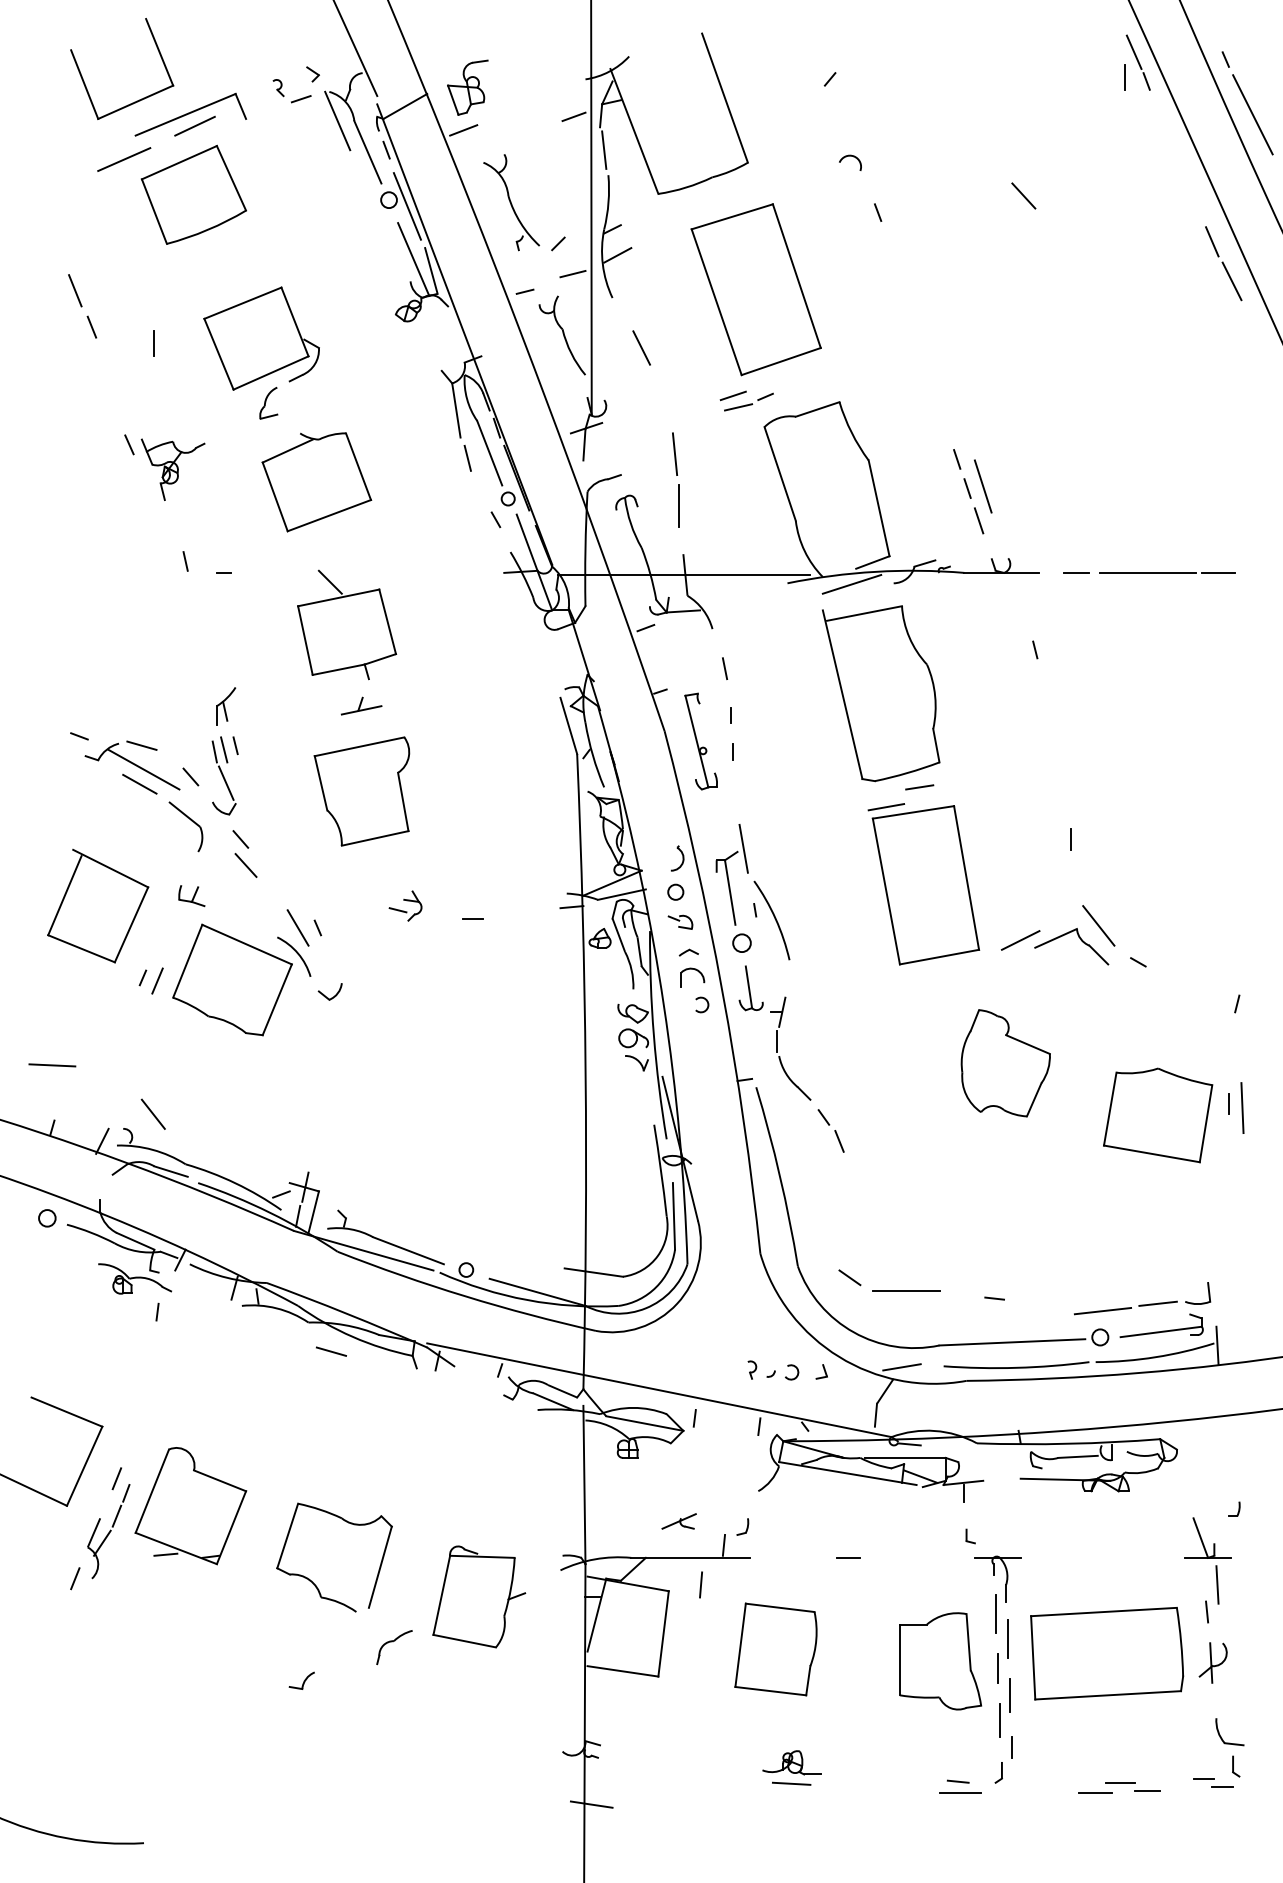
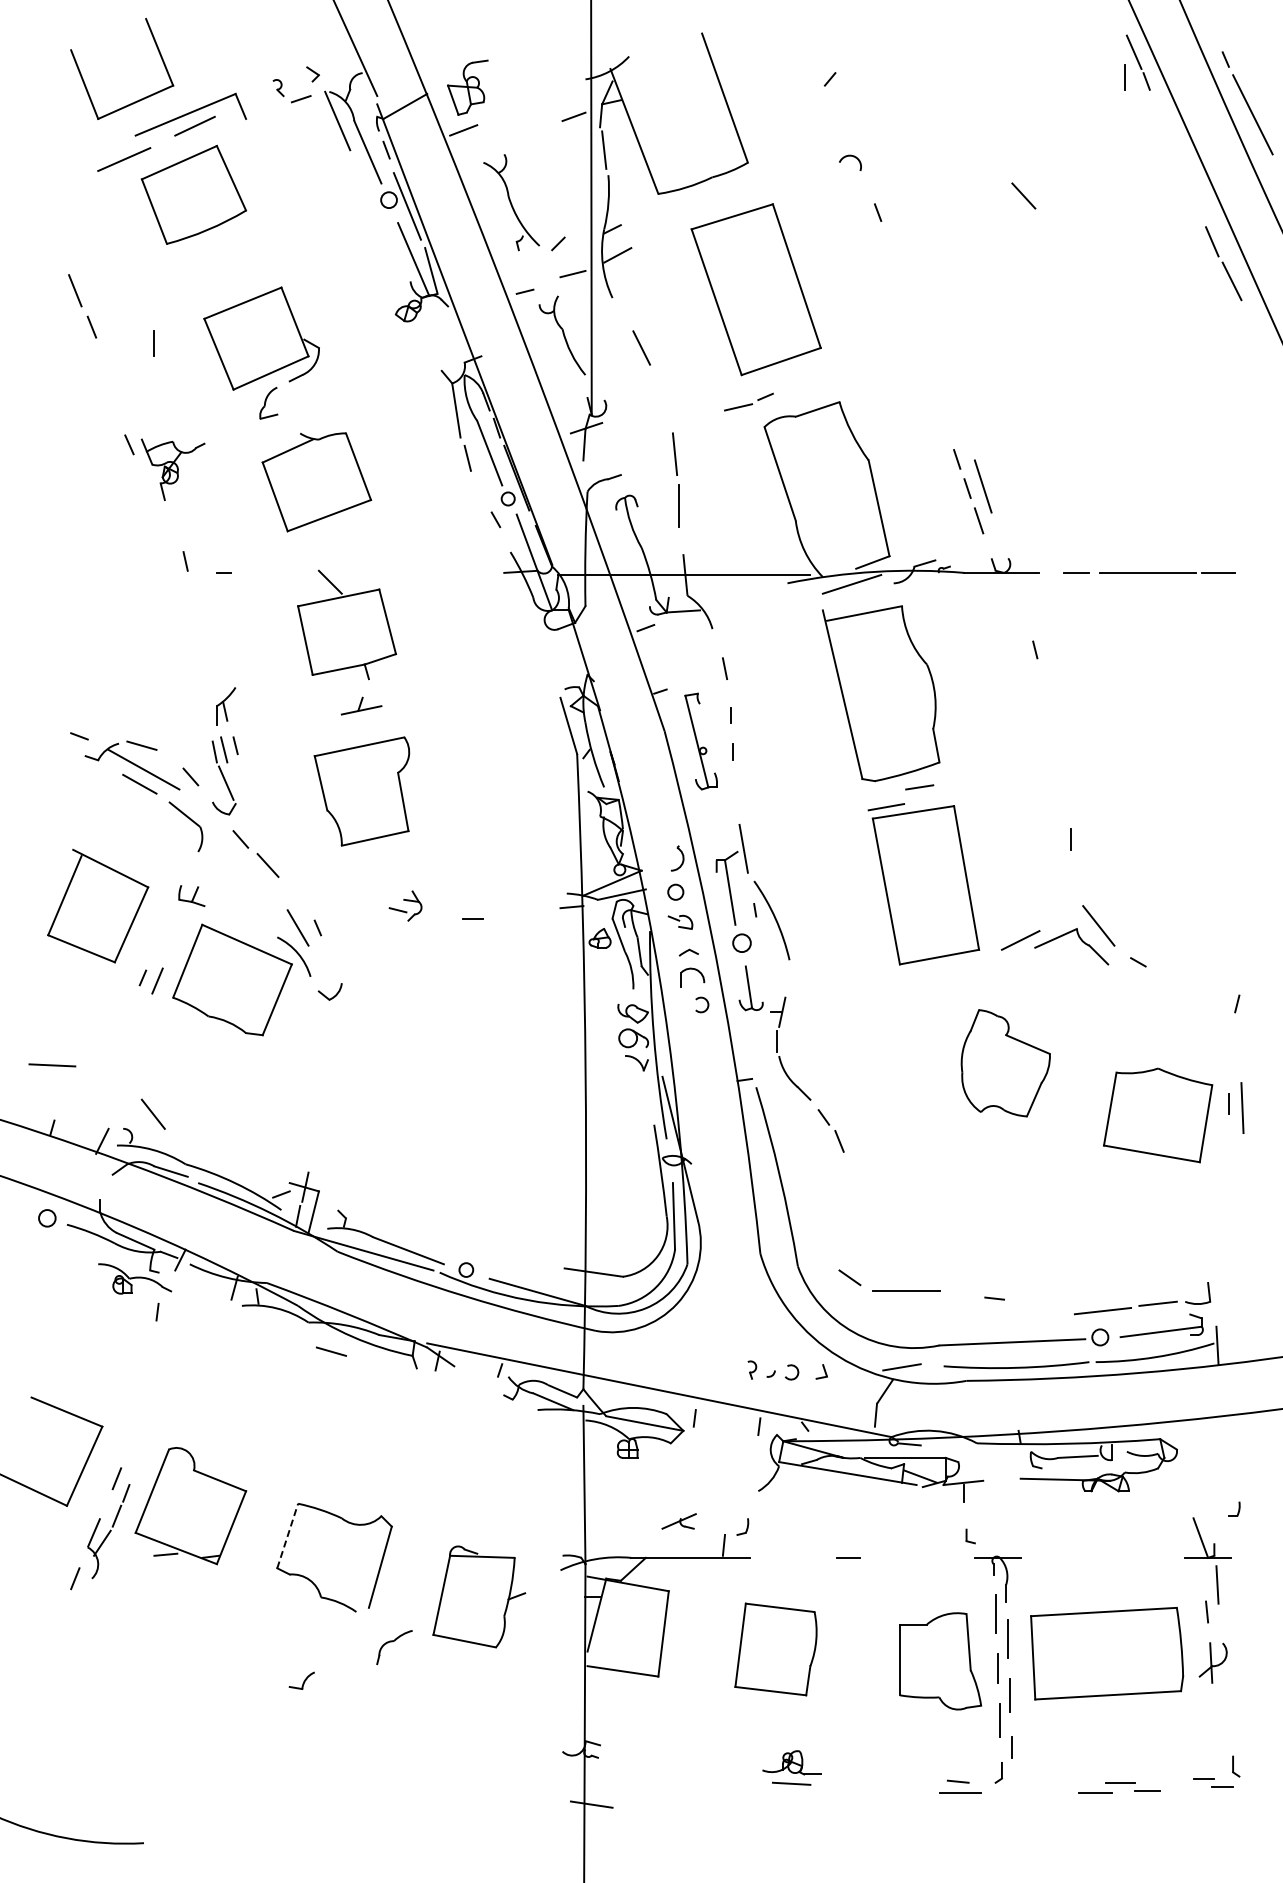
line at (732, 395): present -> none
line at (245, 865) position: (245, 865) -> (267, 865)
line at (287, 1536): solid -> dashed
line at (701, 1584): present -> none
part at (1221, 1736): present -> none
